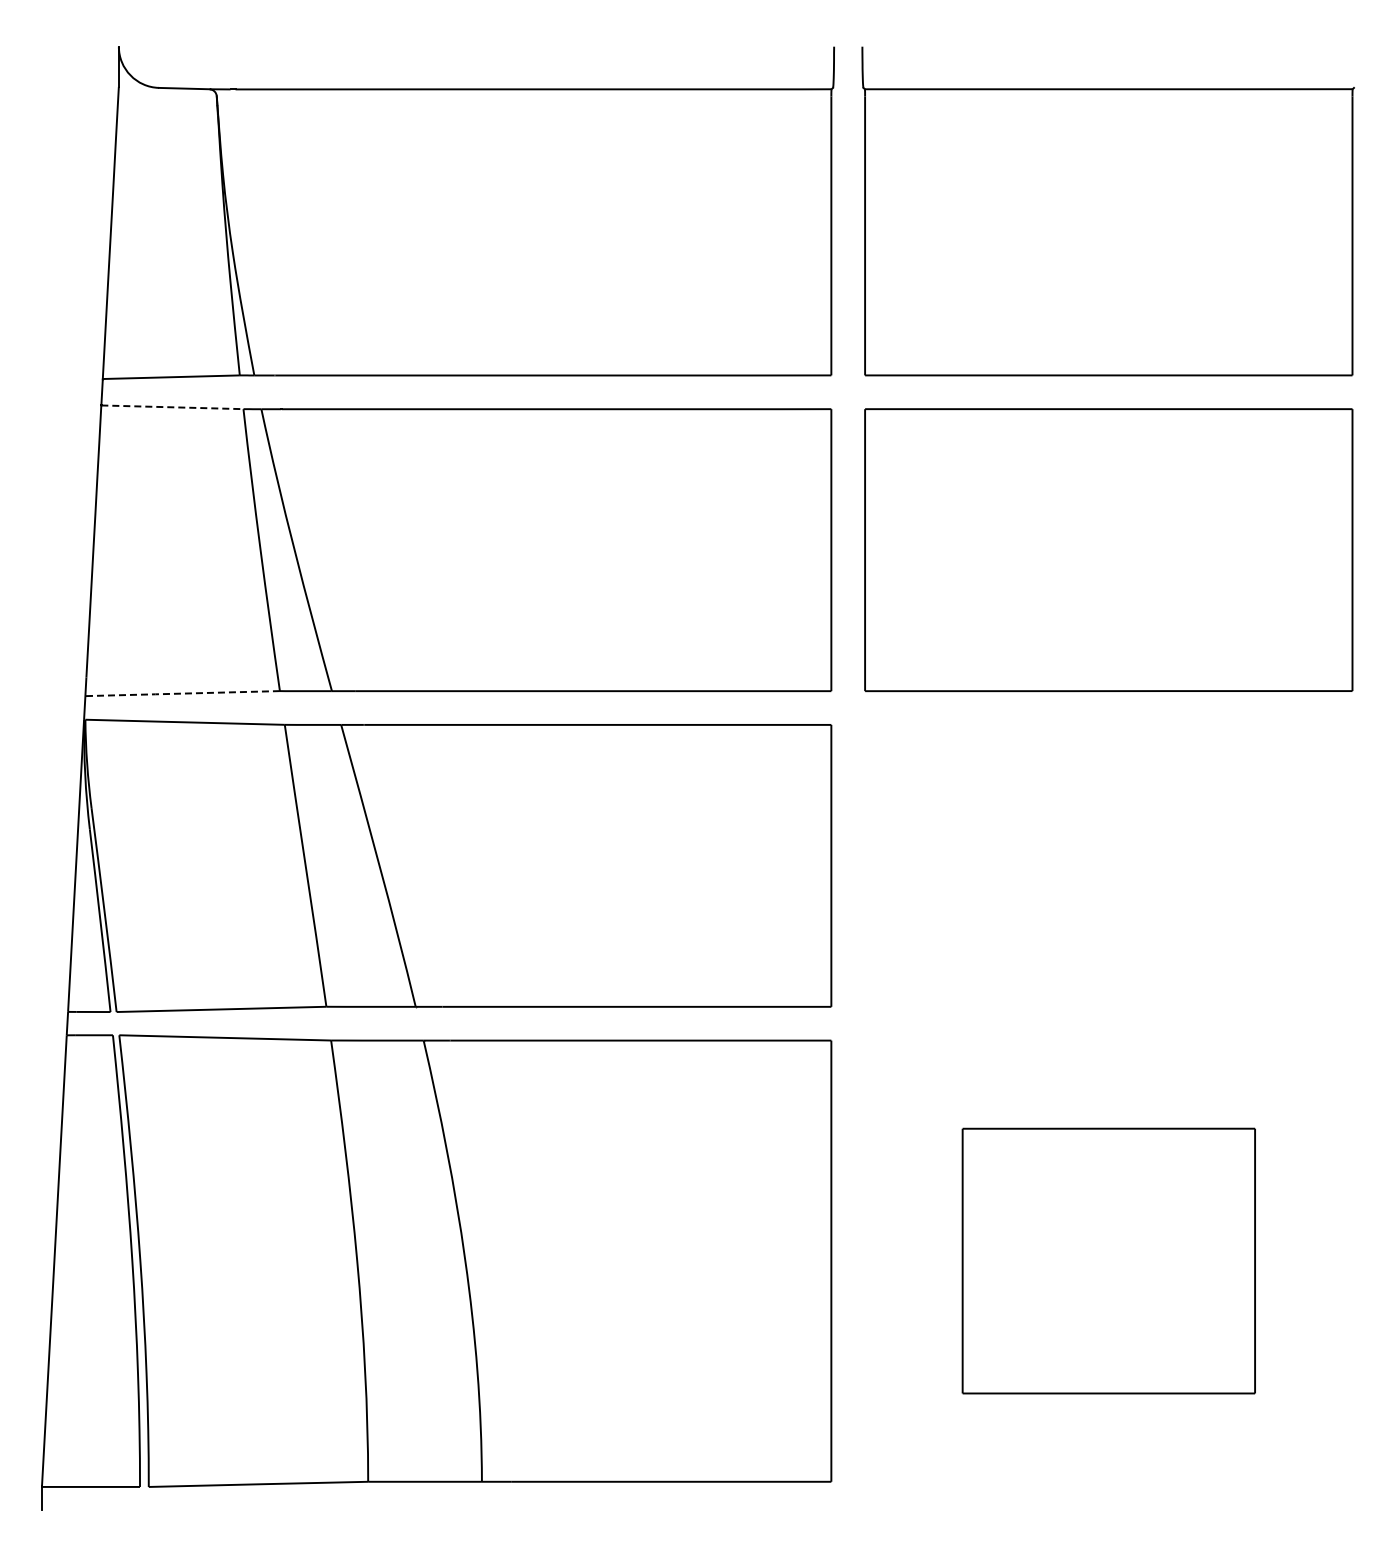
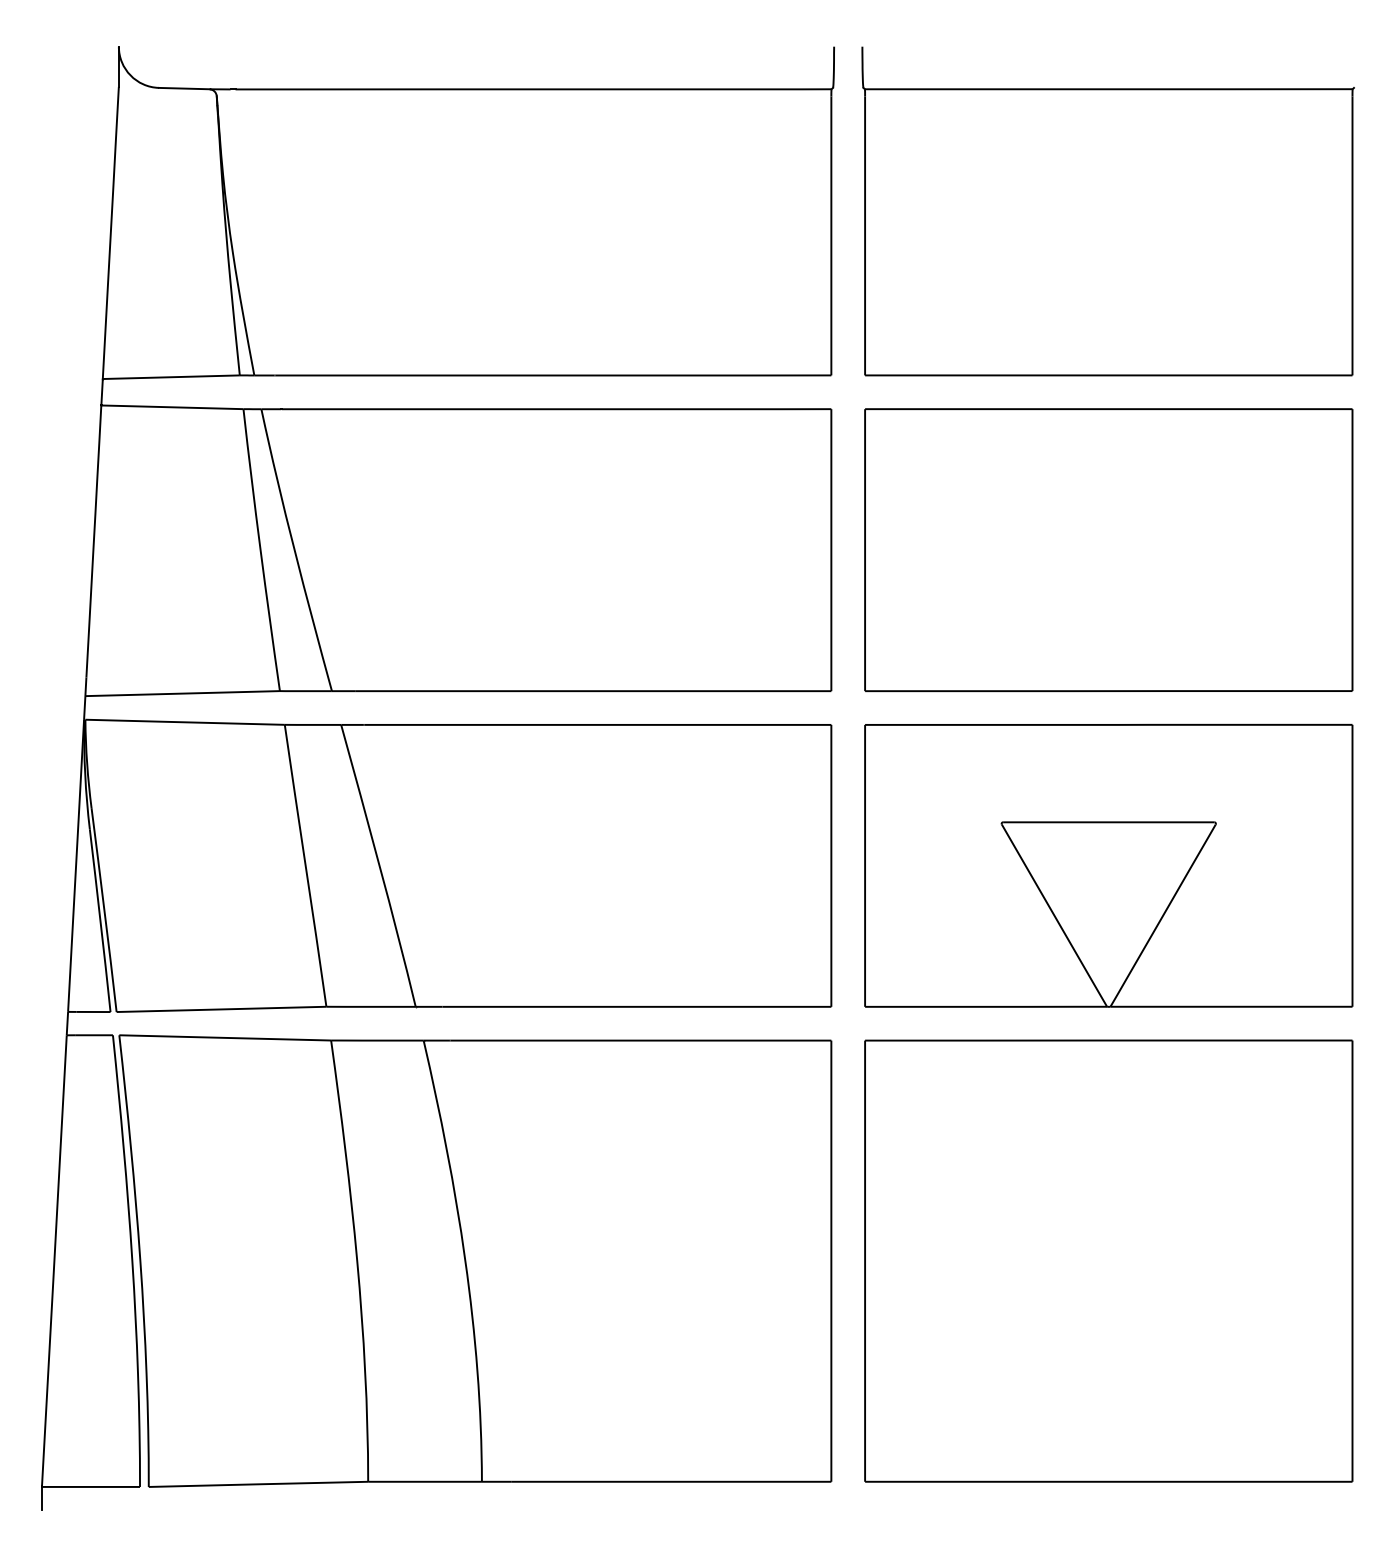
line at (171, 407): dashed -> solid
line at (181, 693): dashed -> solid
part at (1108, 865): none -> present
part at (1108, 1260) size: 295x268 px -> 490x444 px
